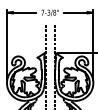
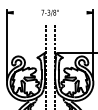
line at (21, 12): present -> none
line at (78, 12): present -> none
